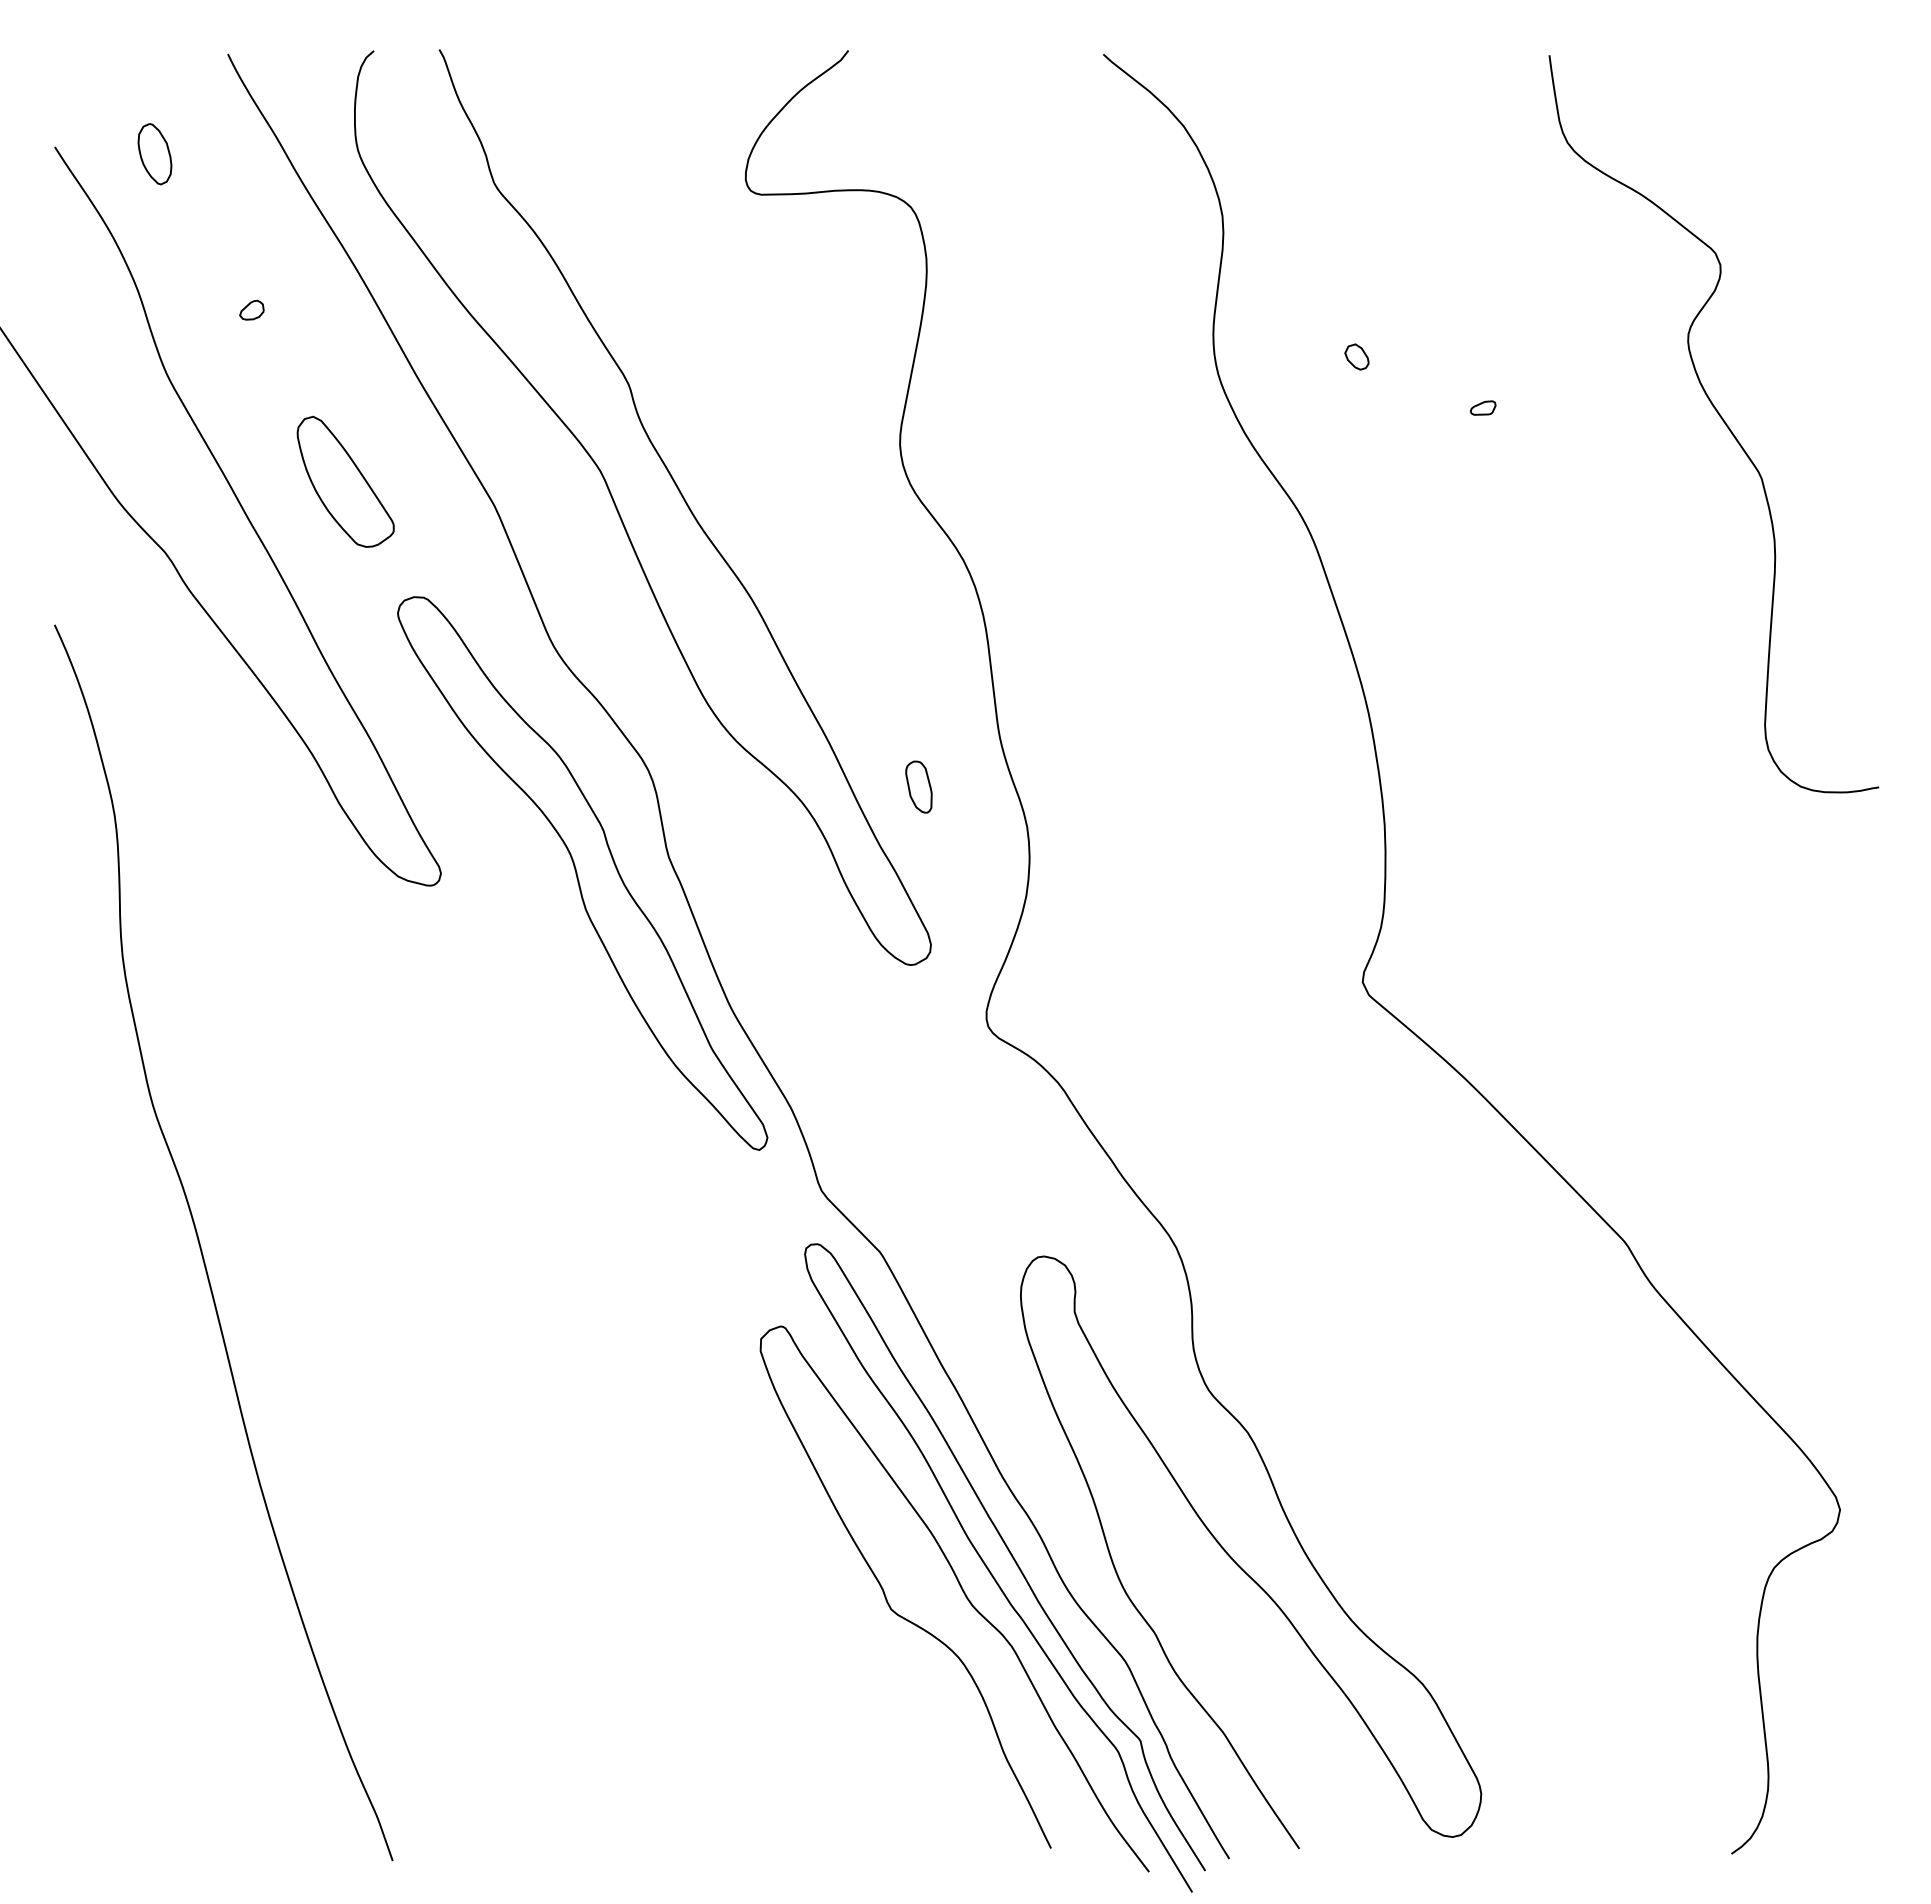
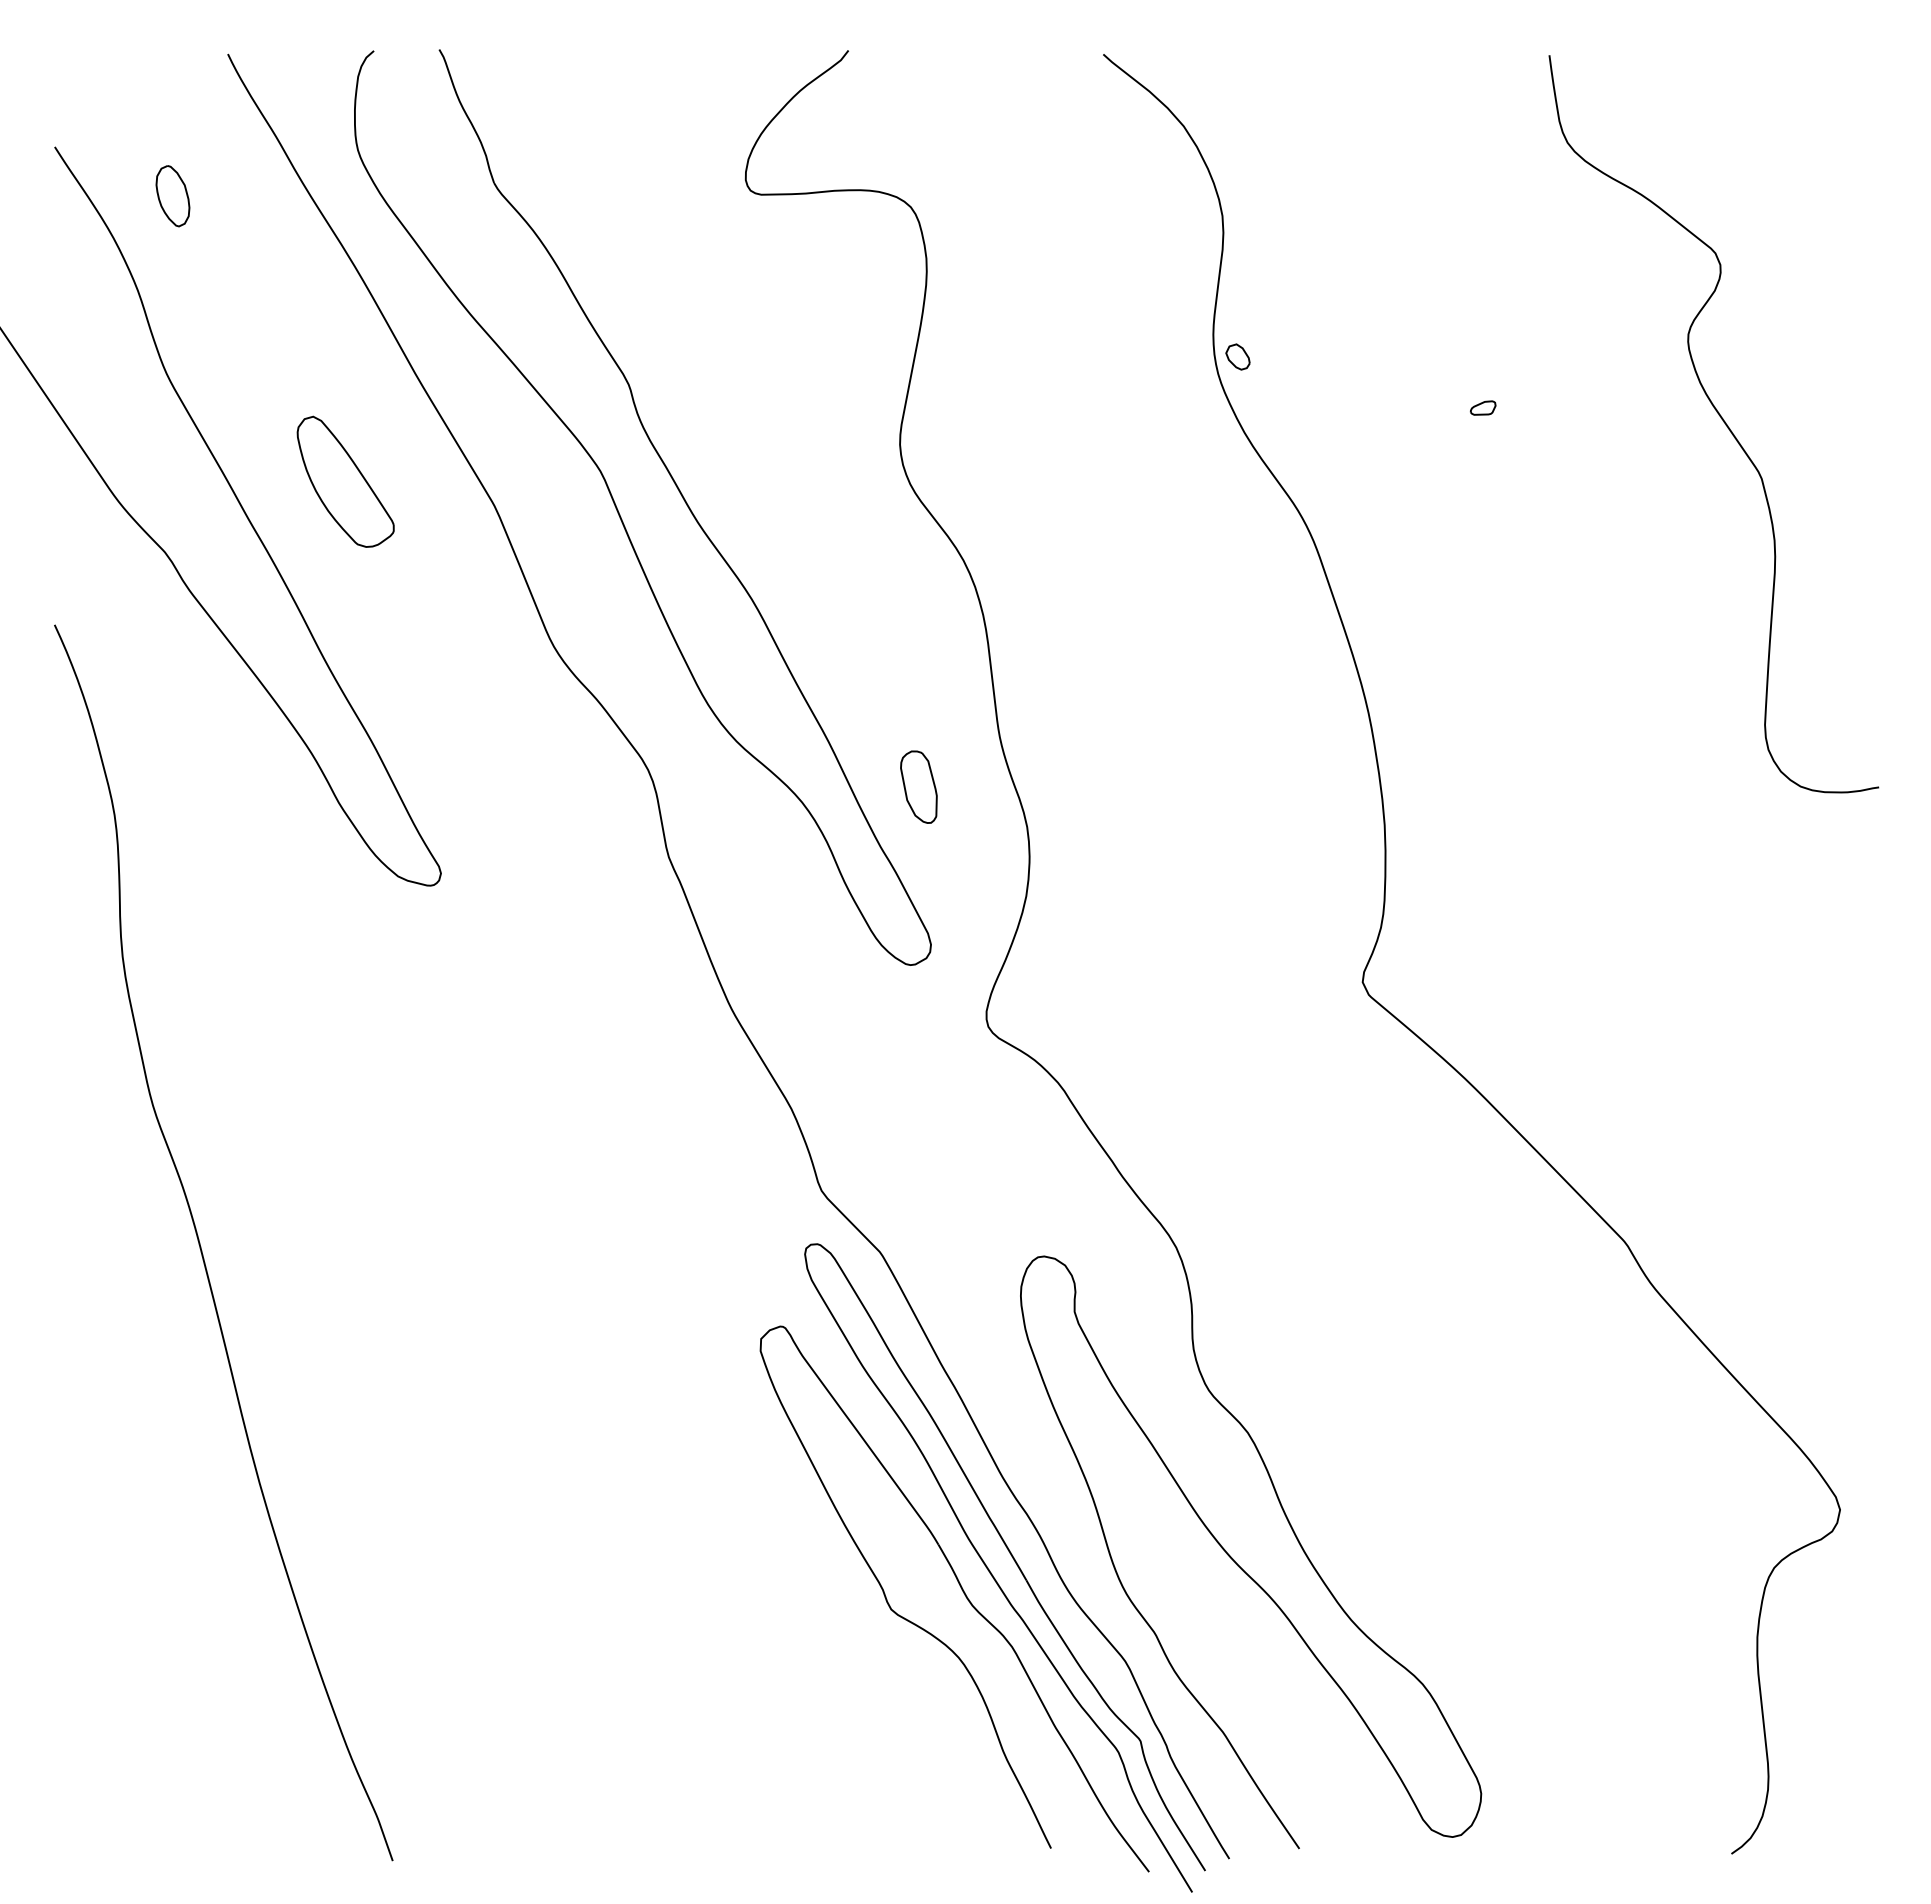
part at (154, 154) position: (154, 154) -> (172, 196)
part at (251, 309): present -> none
part at (1356, 356) position: (1356, 356) -> (1237, 356)
part at (918, 786) size: 28x54 px -> 38x74 px
part at (582, 873): present -> none
